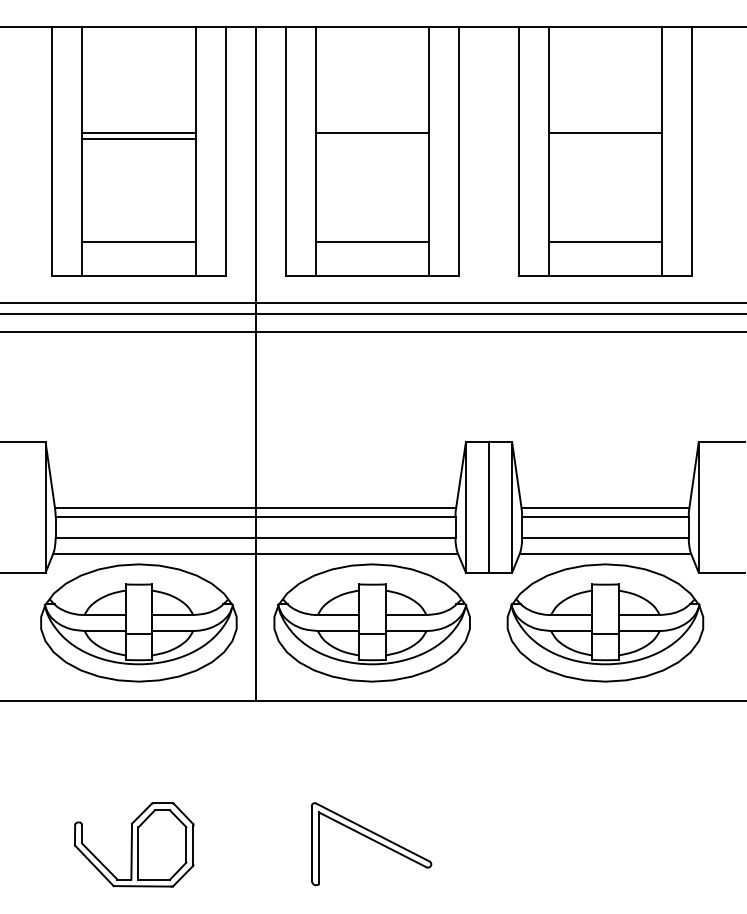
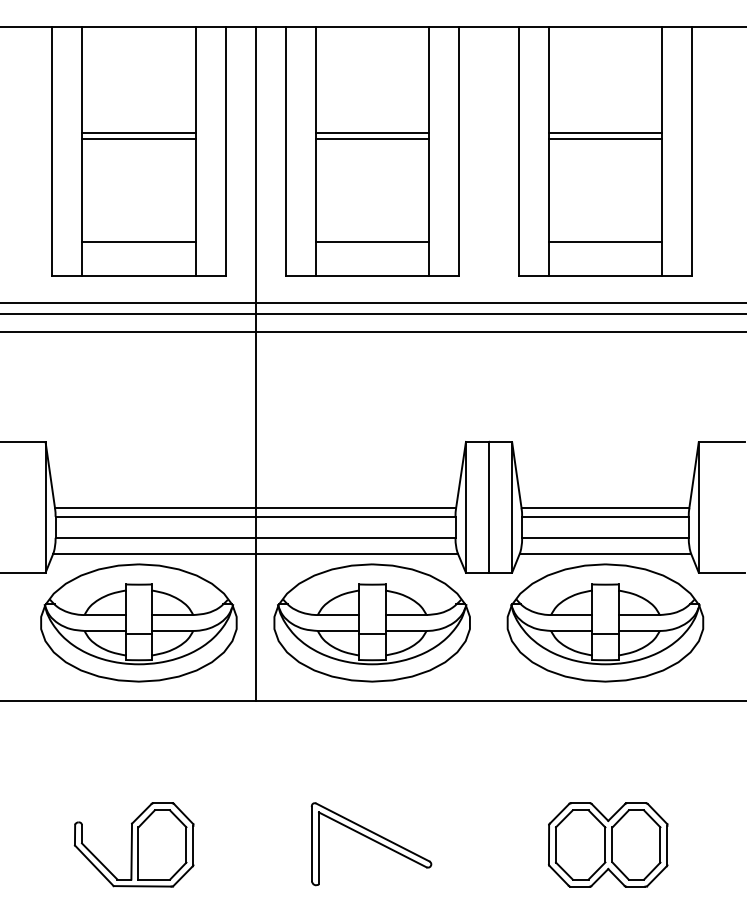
line at (371, 139): none -> present
line at (605, 139): none -> present
part at (608, 844): none -> present
